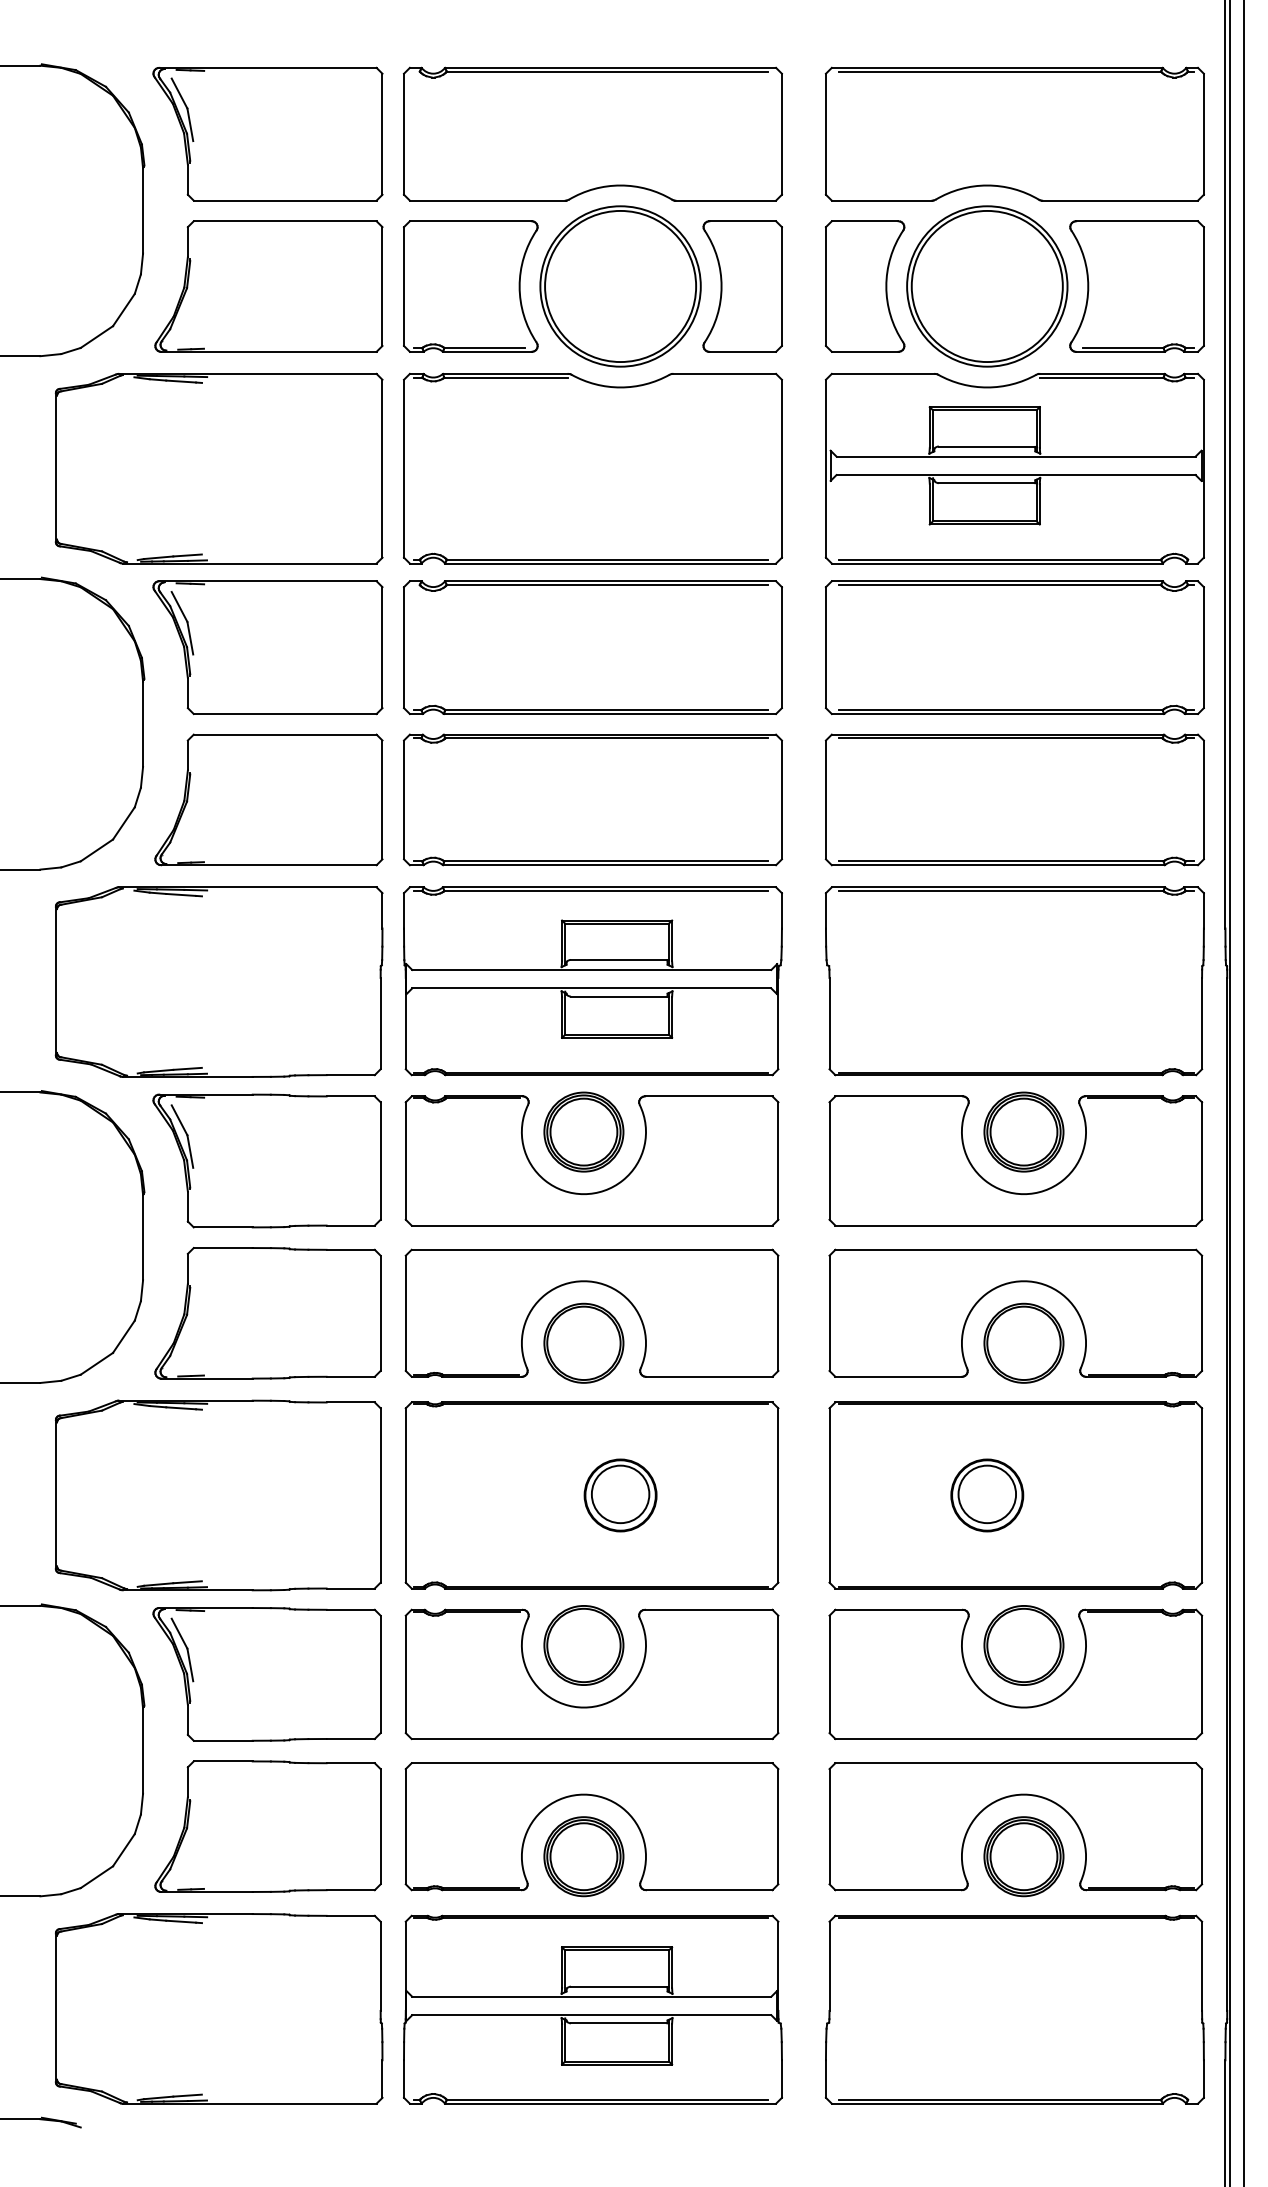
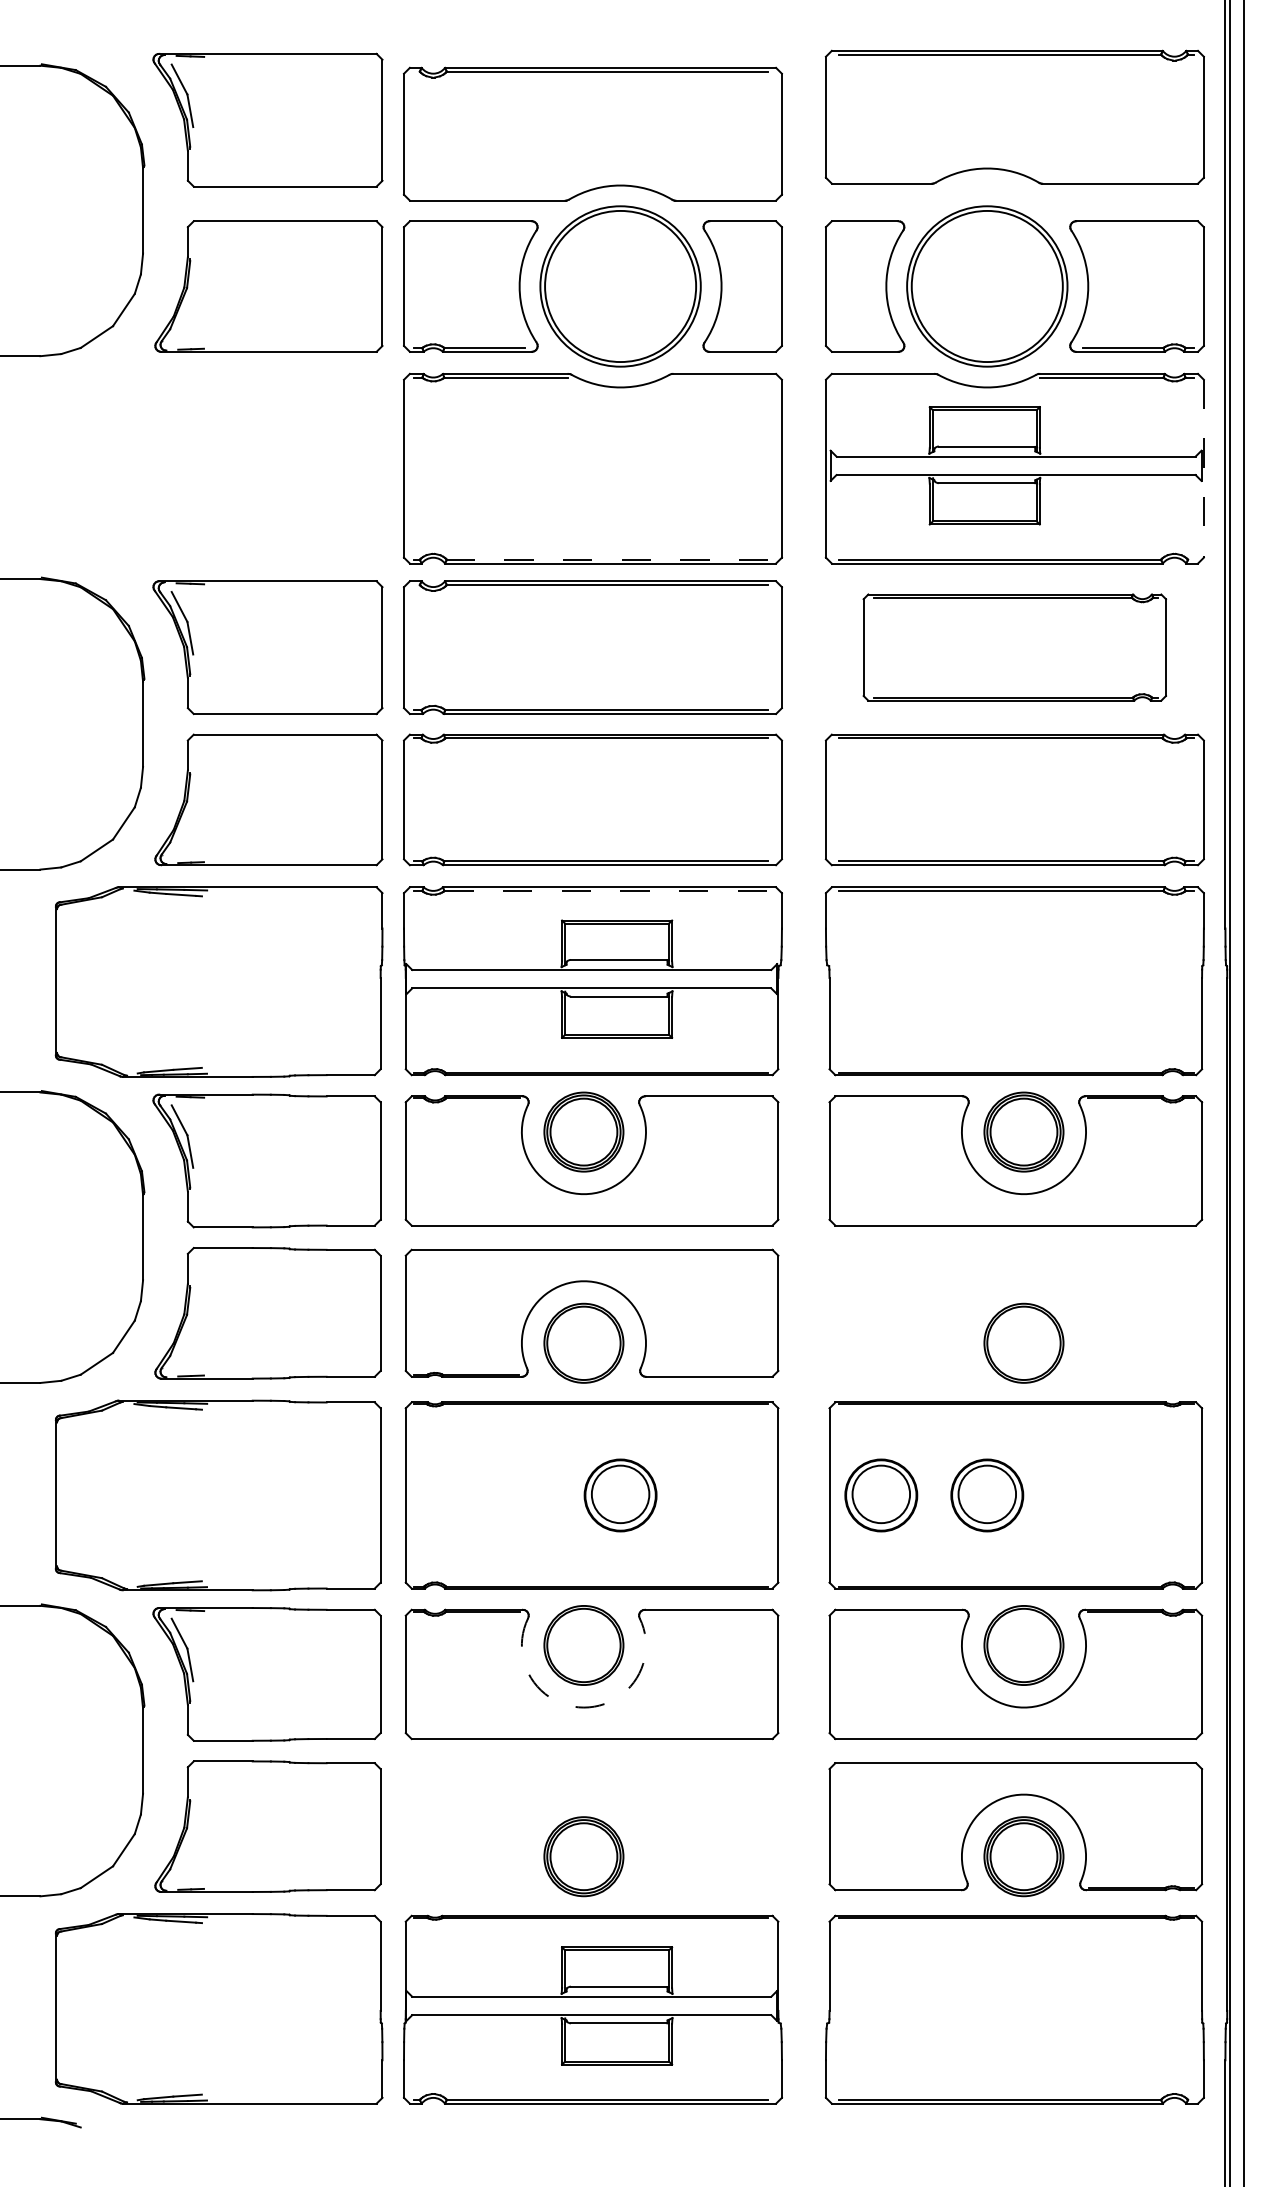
part at (267, 133) position: (267, 133) -> (267, 119)
part at (1014, 133) position: (1014, 133) -> (1014, 116)
part at (218, 468): present -> none
line at (1203, 468): solid -> dashed
line at (607, 559): solid -> dashed
part at (1014, 647) size: 381x135 px -> 306x109 px
line at (606, 891): solid -> dashed
part at (1008, 1284): present -> none
part at (881, 1495): none -> present
arc at (583, 1707): solid -> dashed
part at (597, 1797): present -> none
